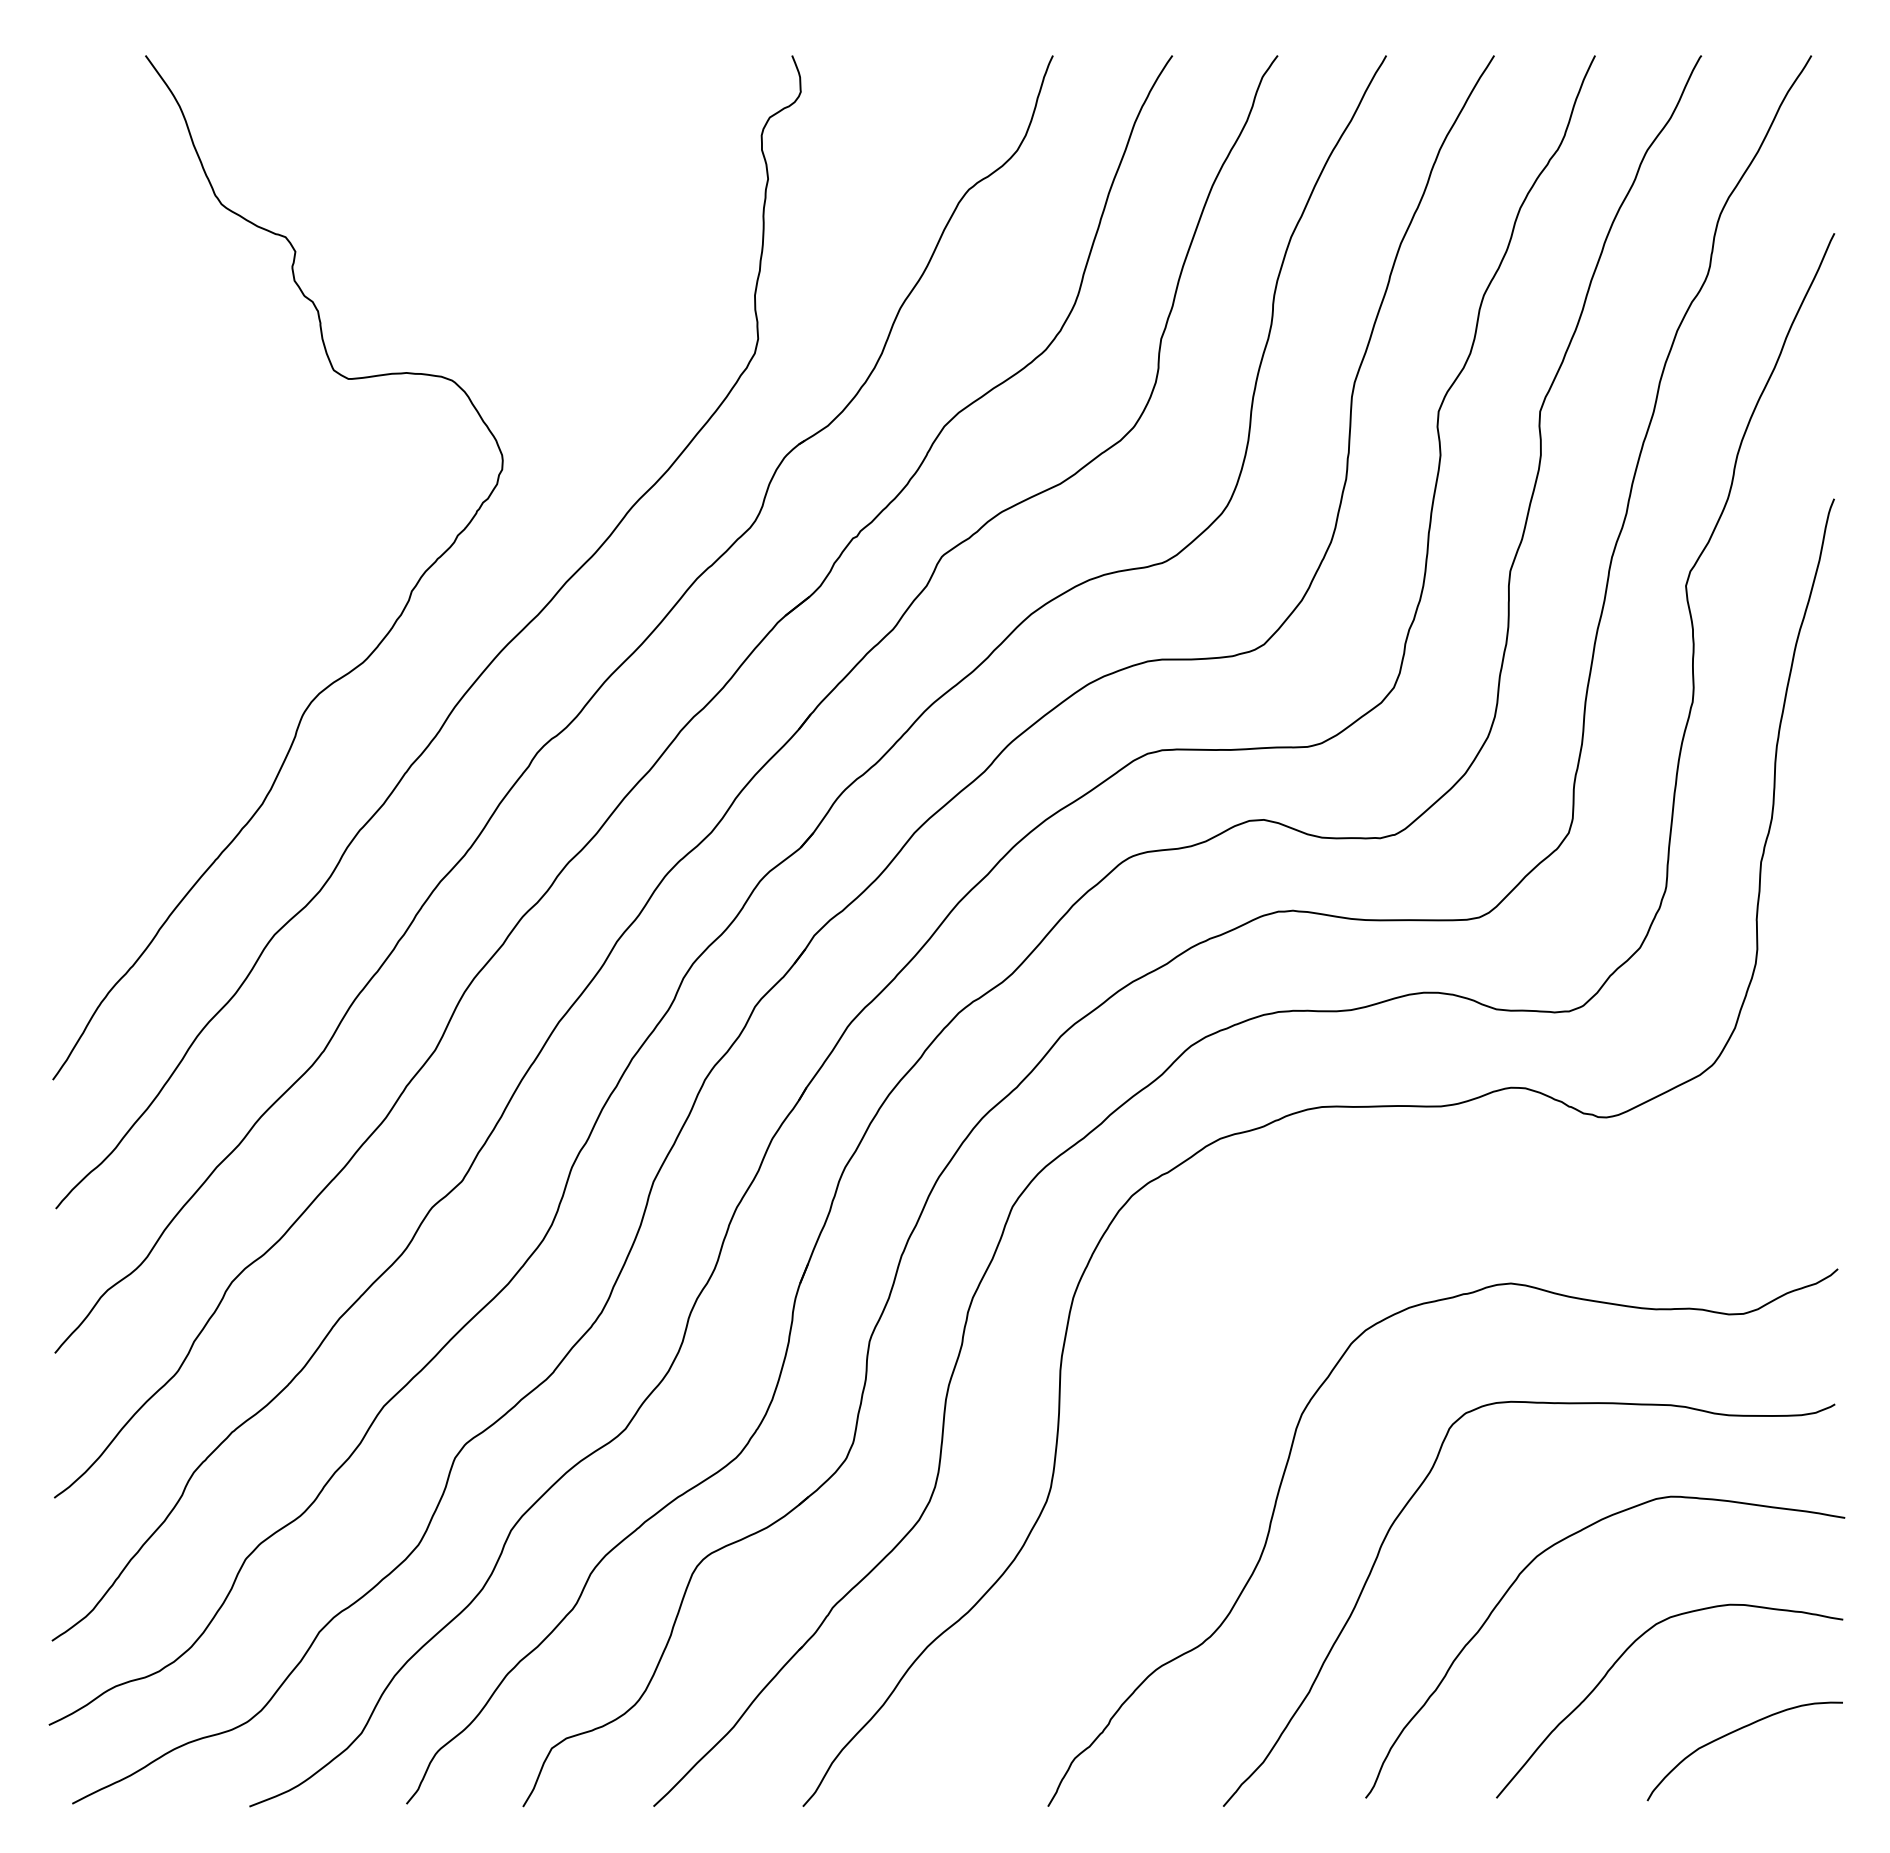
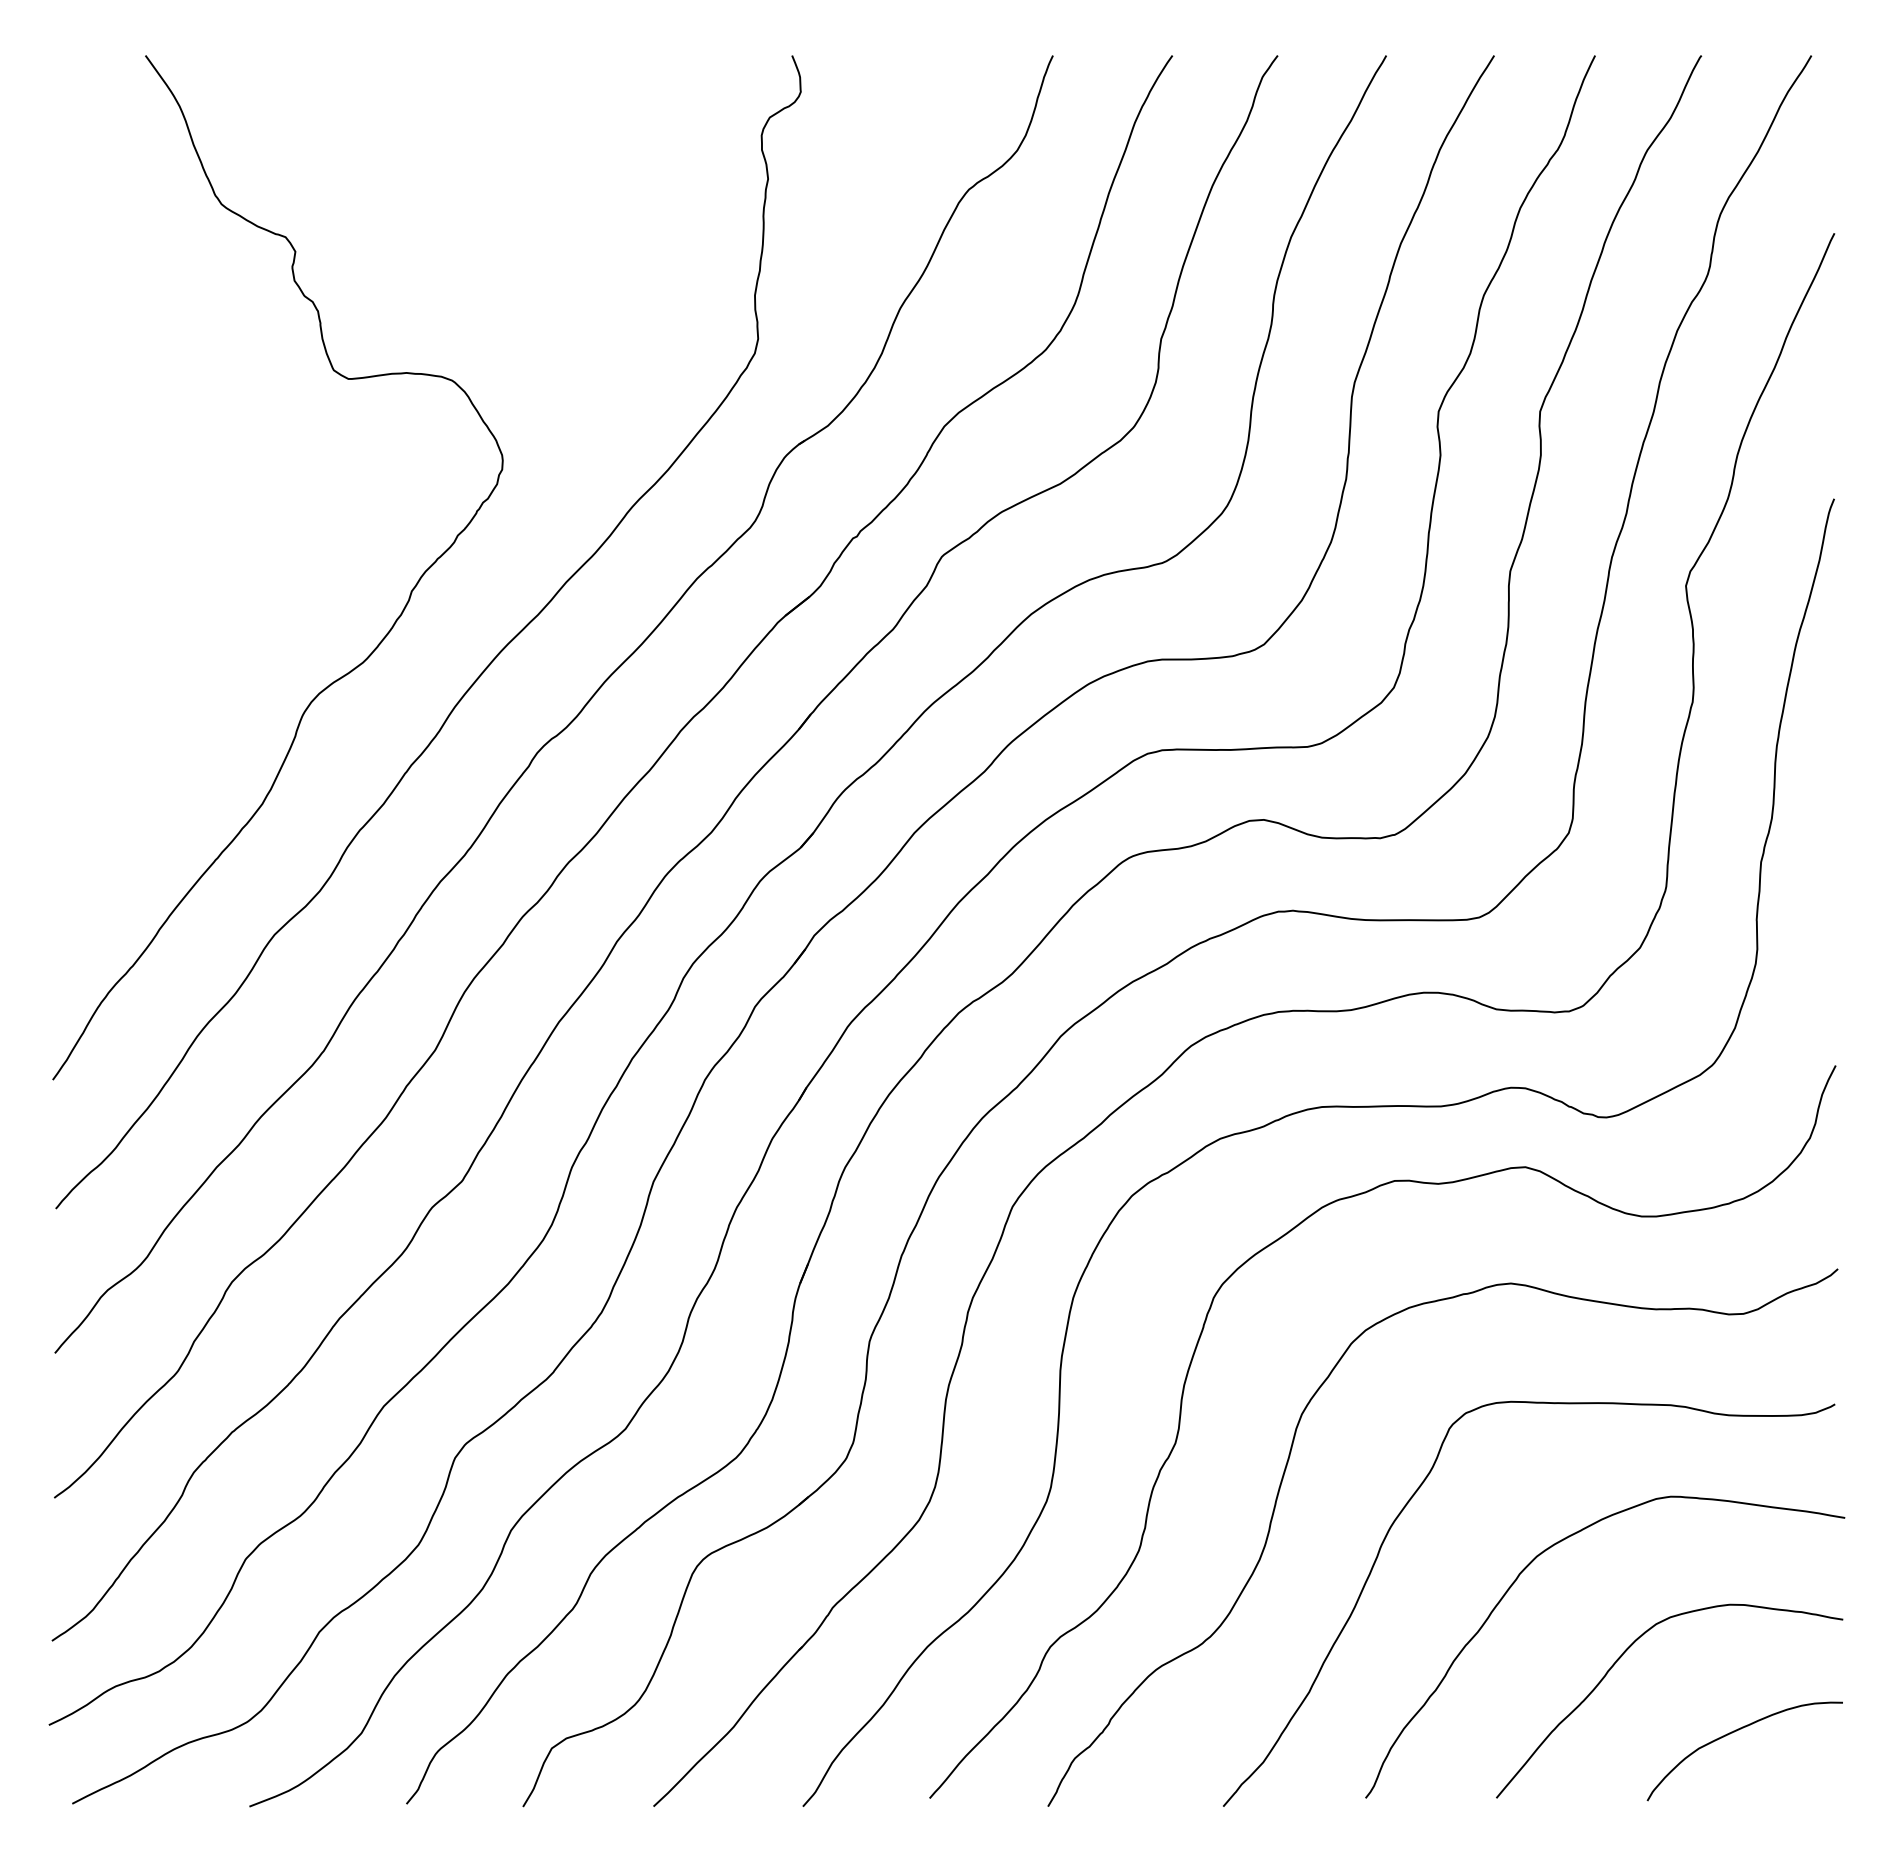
curve at (1181, 1415): none -> present
